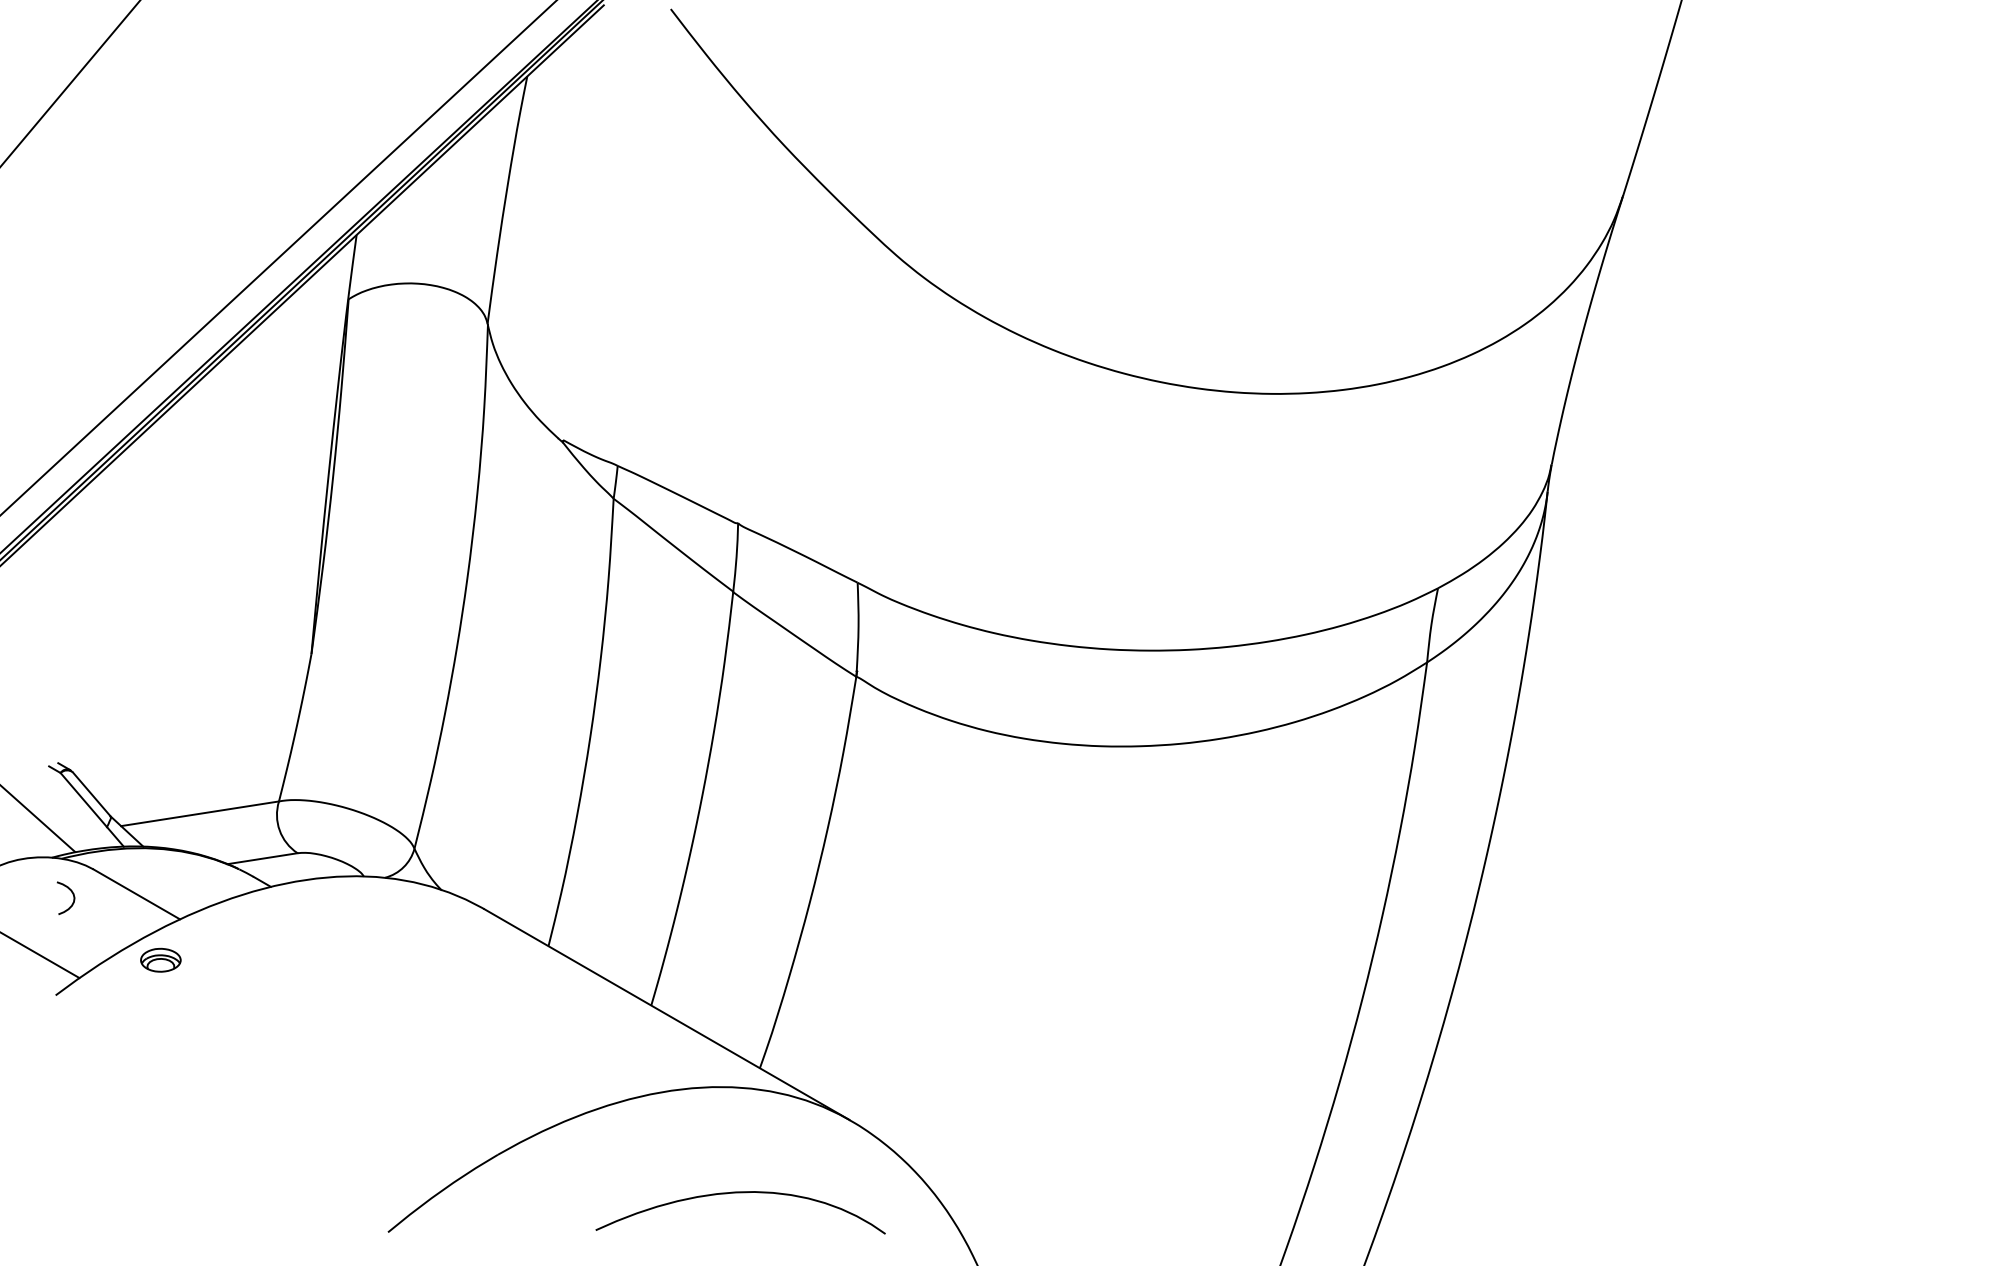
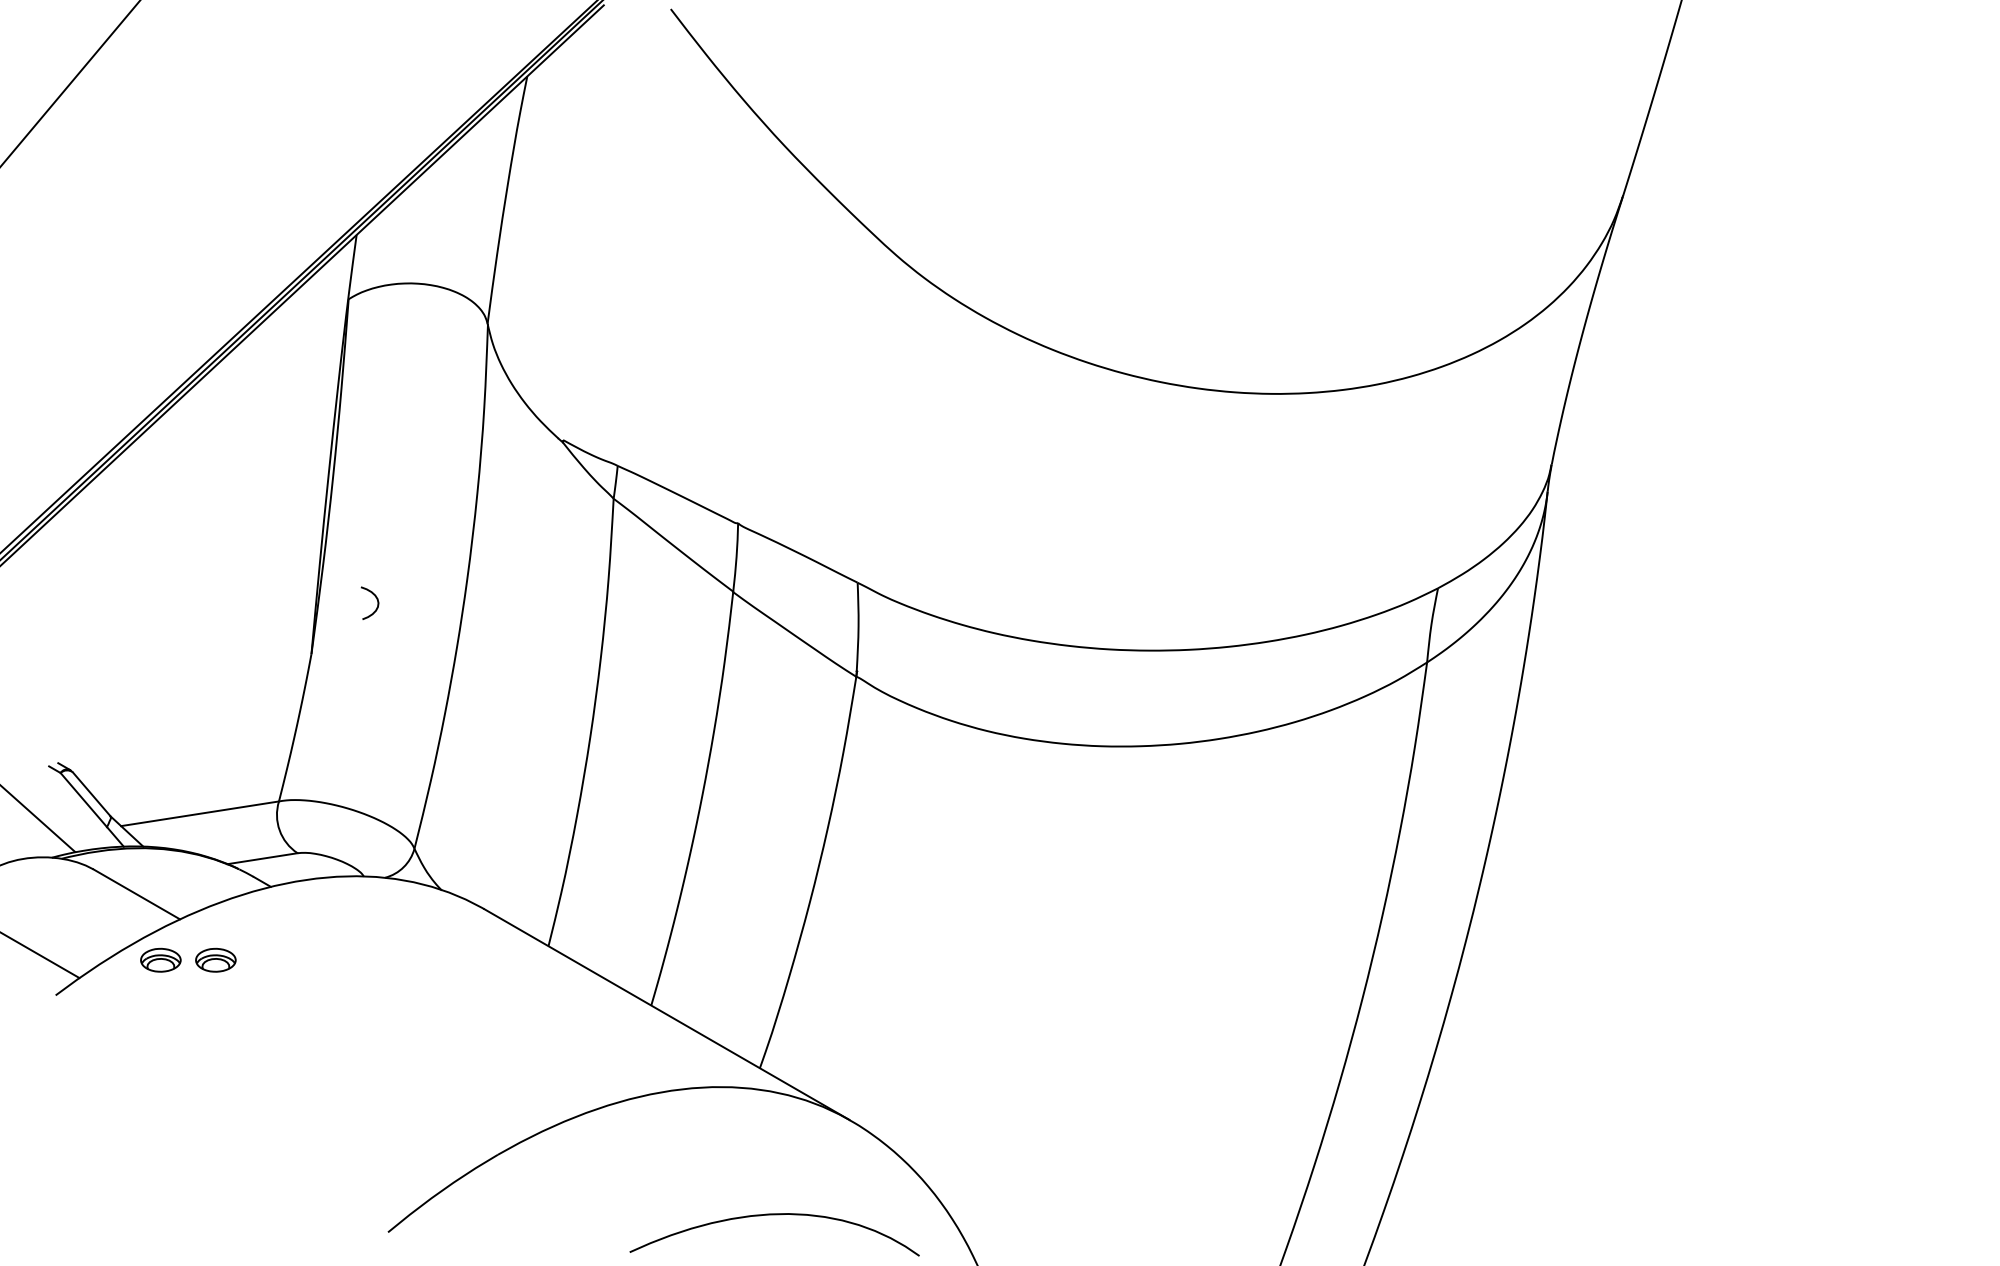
line at (278, 257): present -> none
curve at (72, 894) position: (72, 894) -> (376, 599)
part at (215, 959): none -> present
curve at (740, 1193) position: (740, 1193) -> (774, 1215)
